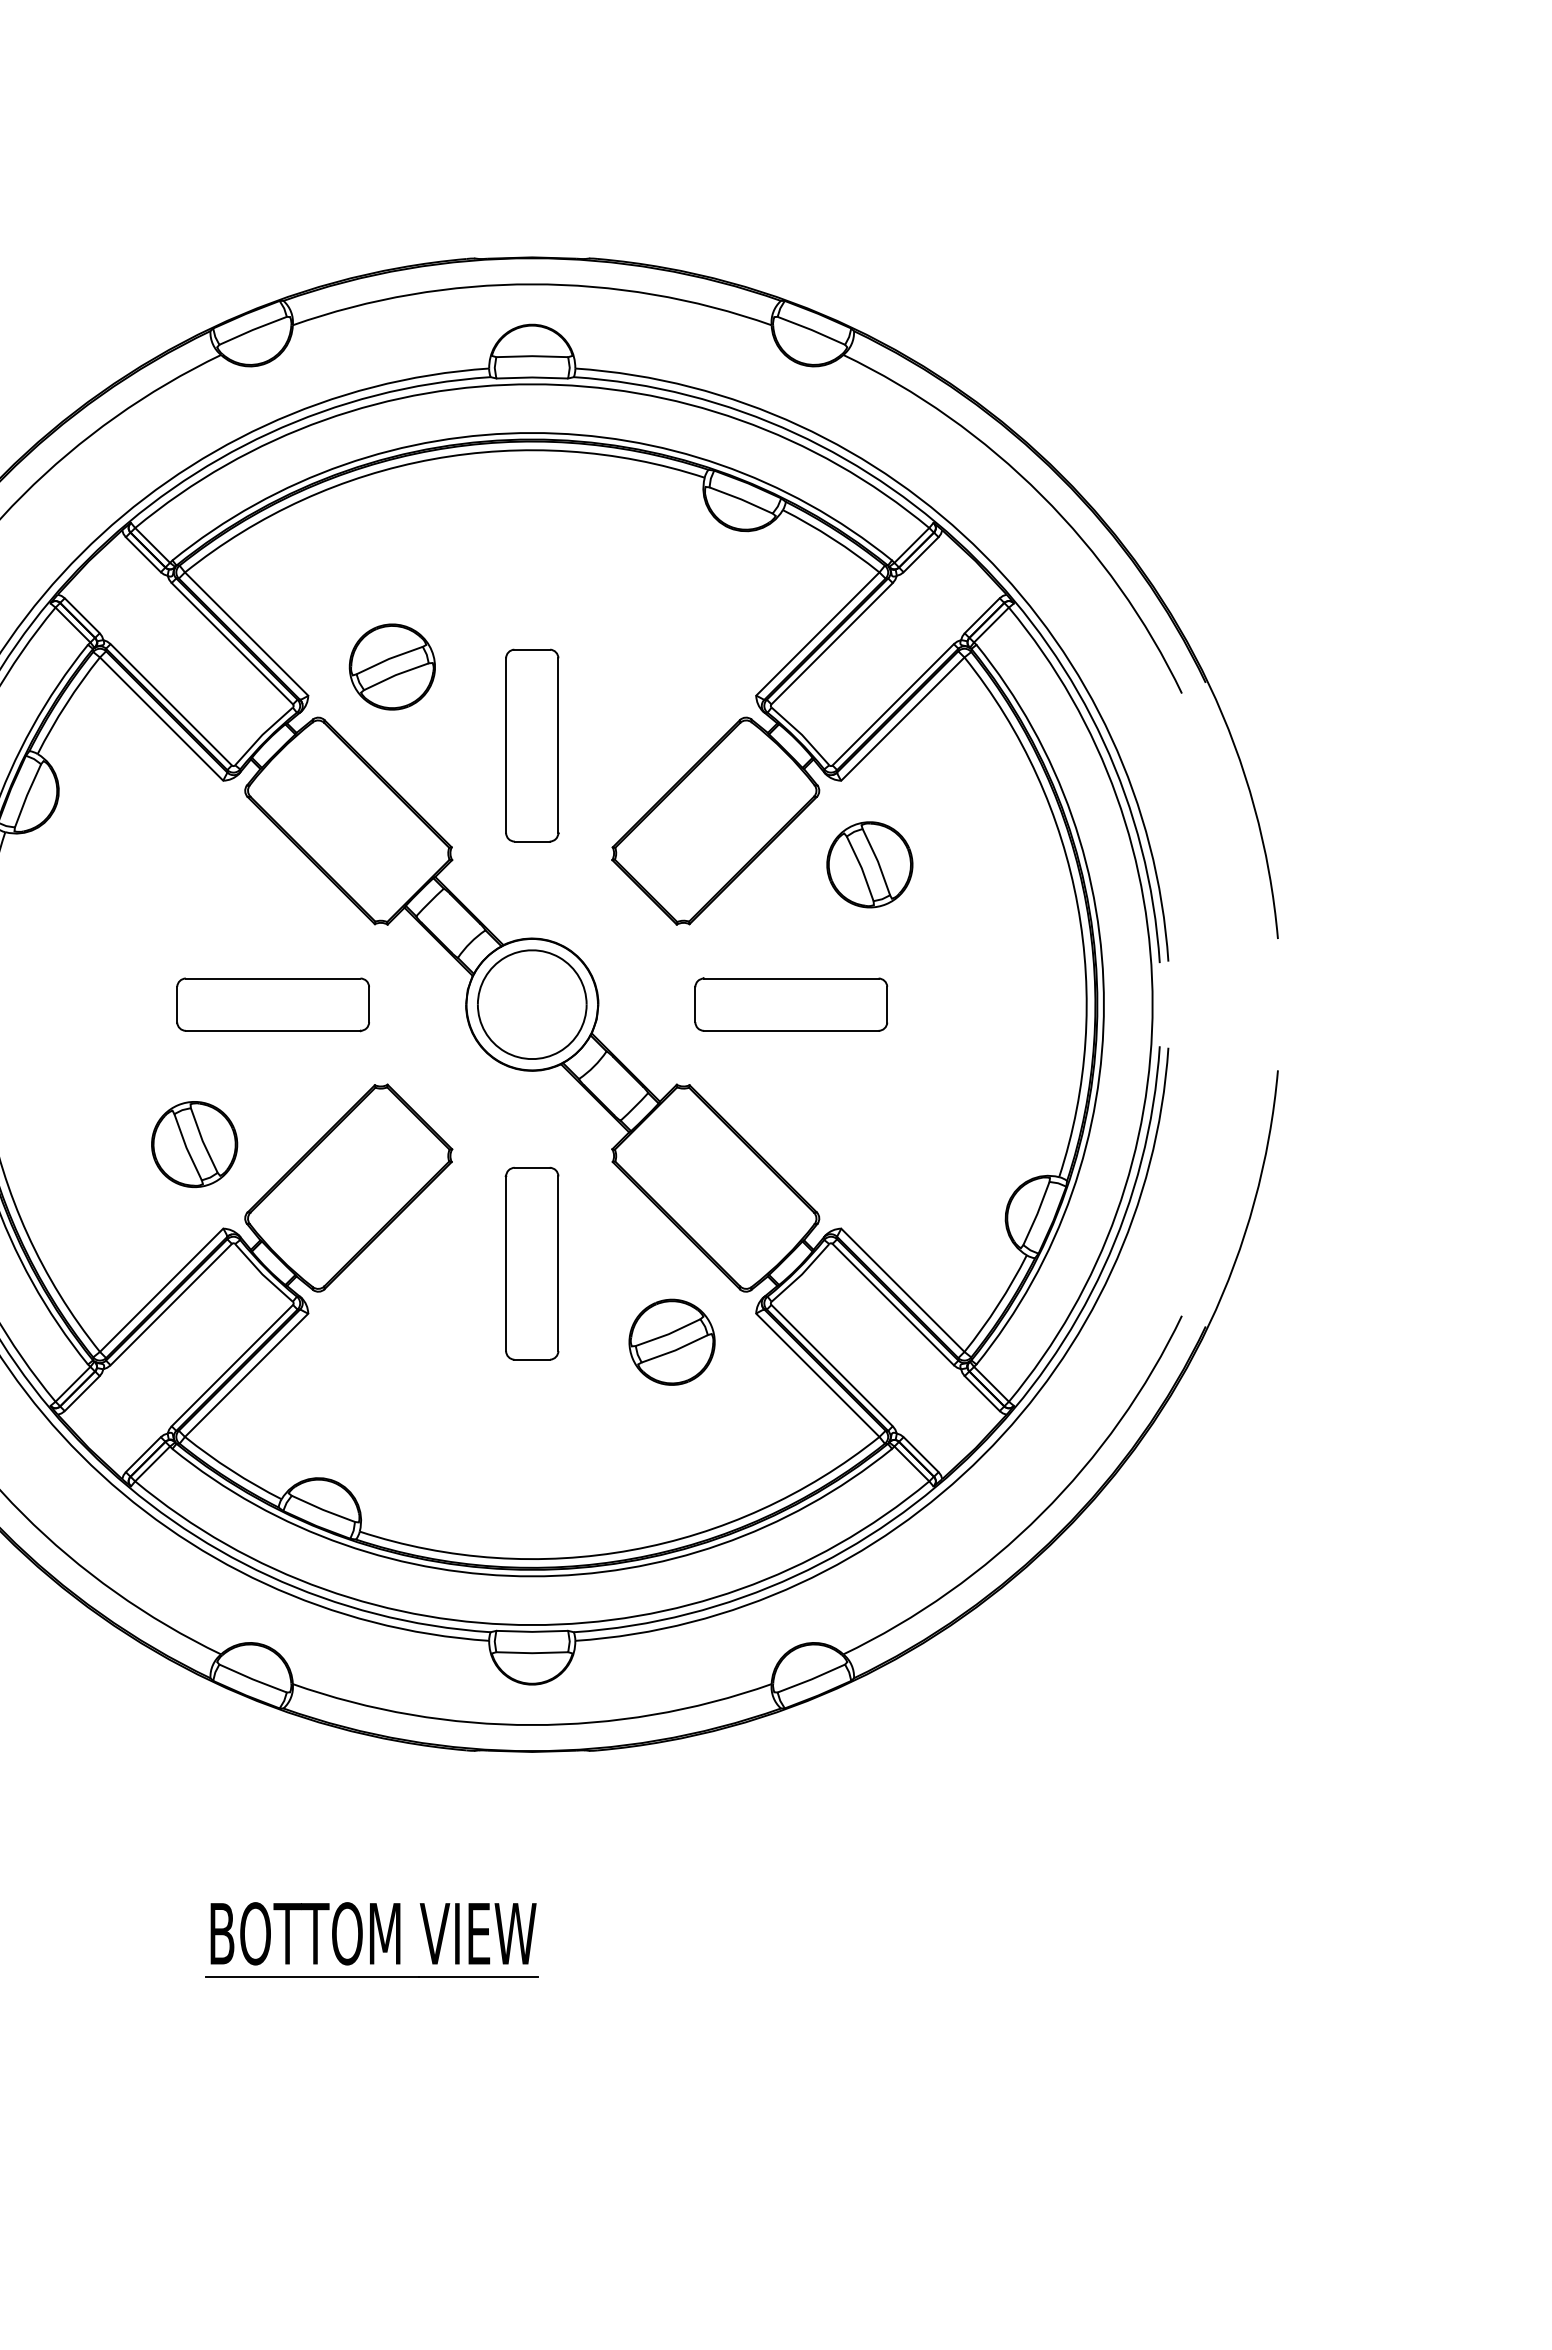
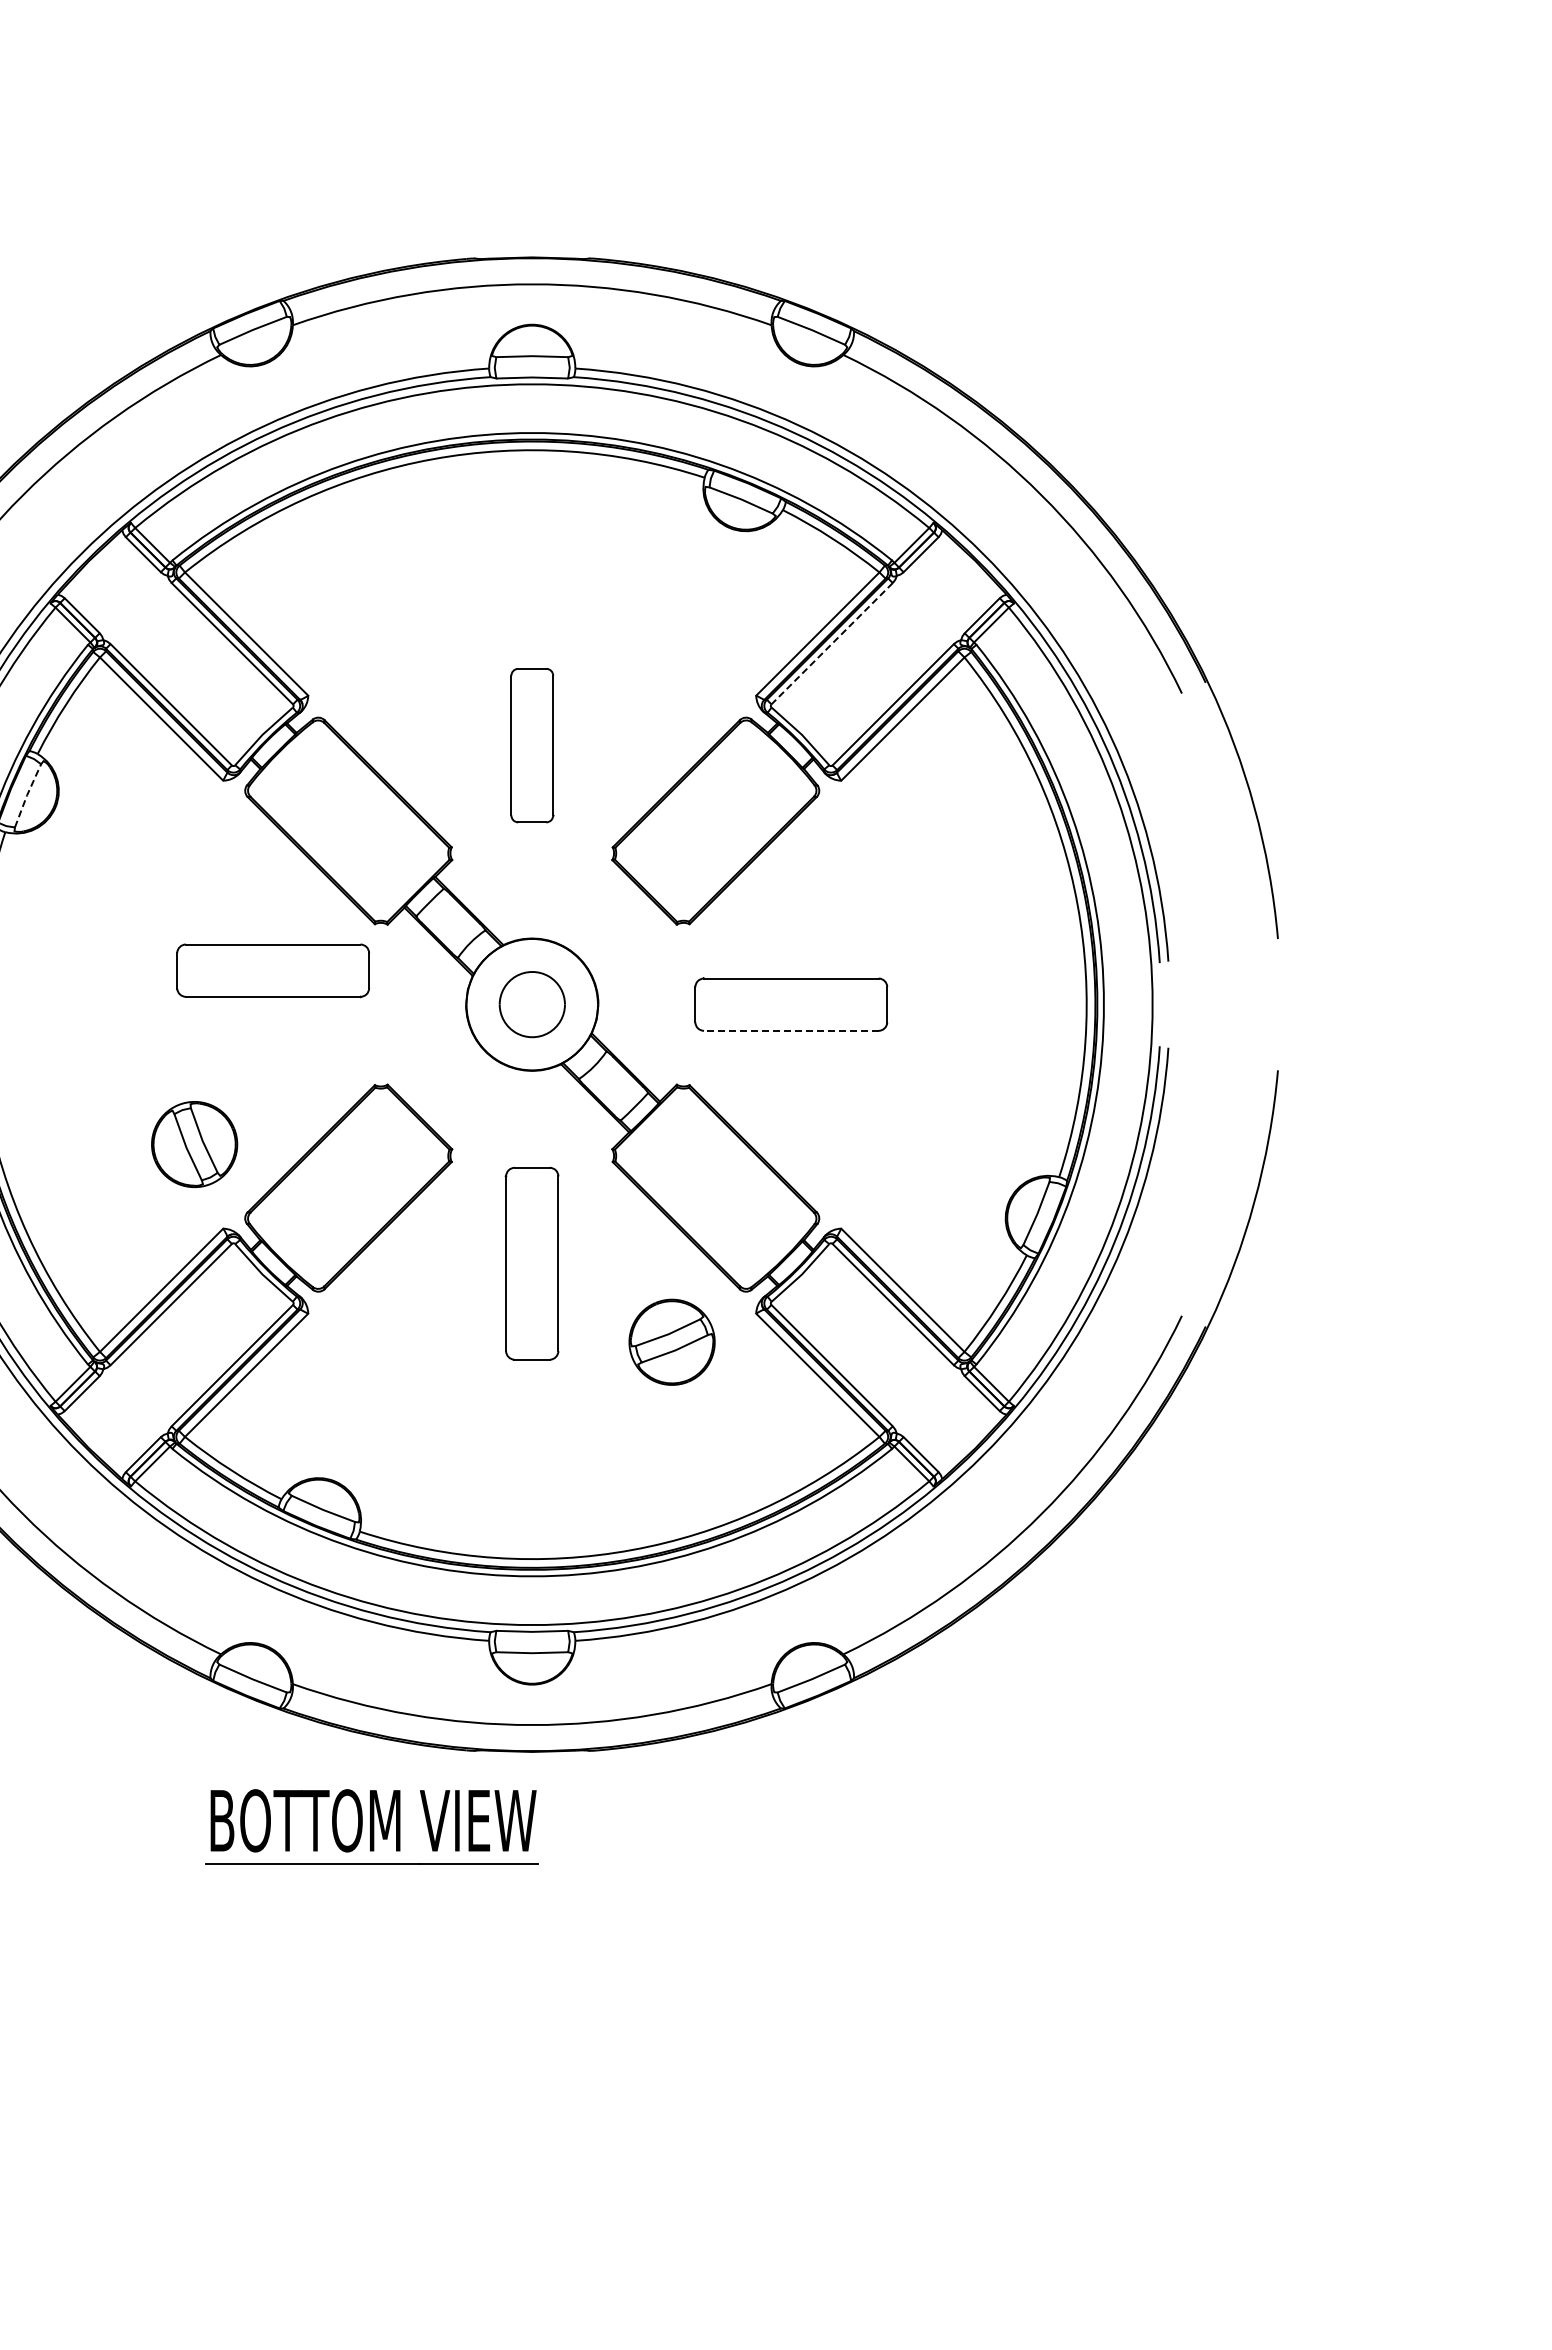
line at (832, 643): solid -> dashed
part at (391, 666): present -> none
part at (532, 745) size: 55x195 px -> 45x156 px
line at (27, 795): solid -> dashed
part at (869, 864): present -> none
part at (272, 1004) position: (272, 1004) -> (272, 970)
part at (532, 1004) size: 111x111 px -> 68x68 px
line at (790, 1030): solid -> dashed
part at (371, 1939) position: (371, 1939) -> (371, 1826)
